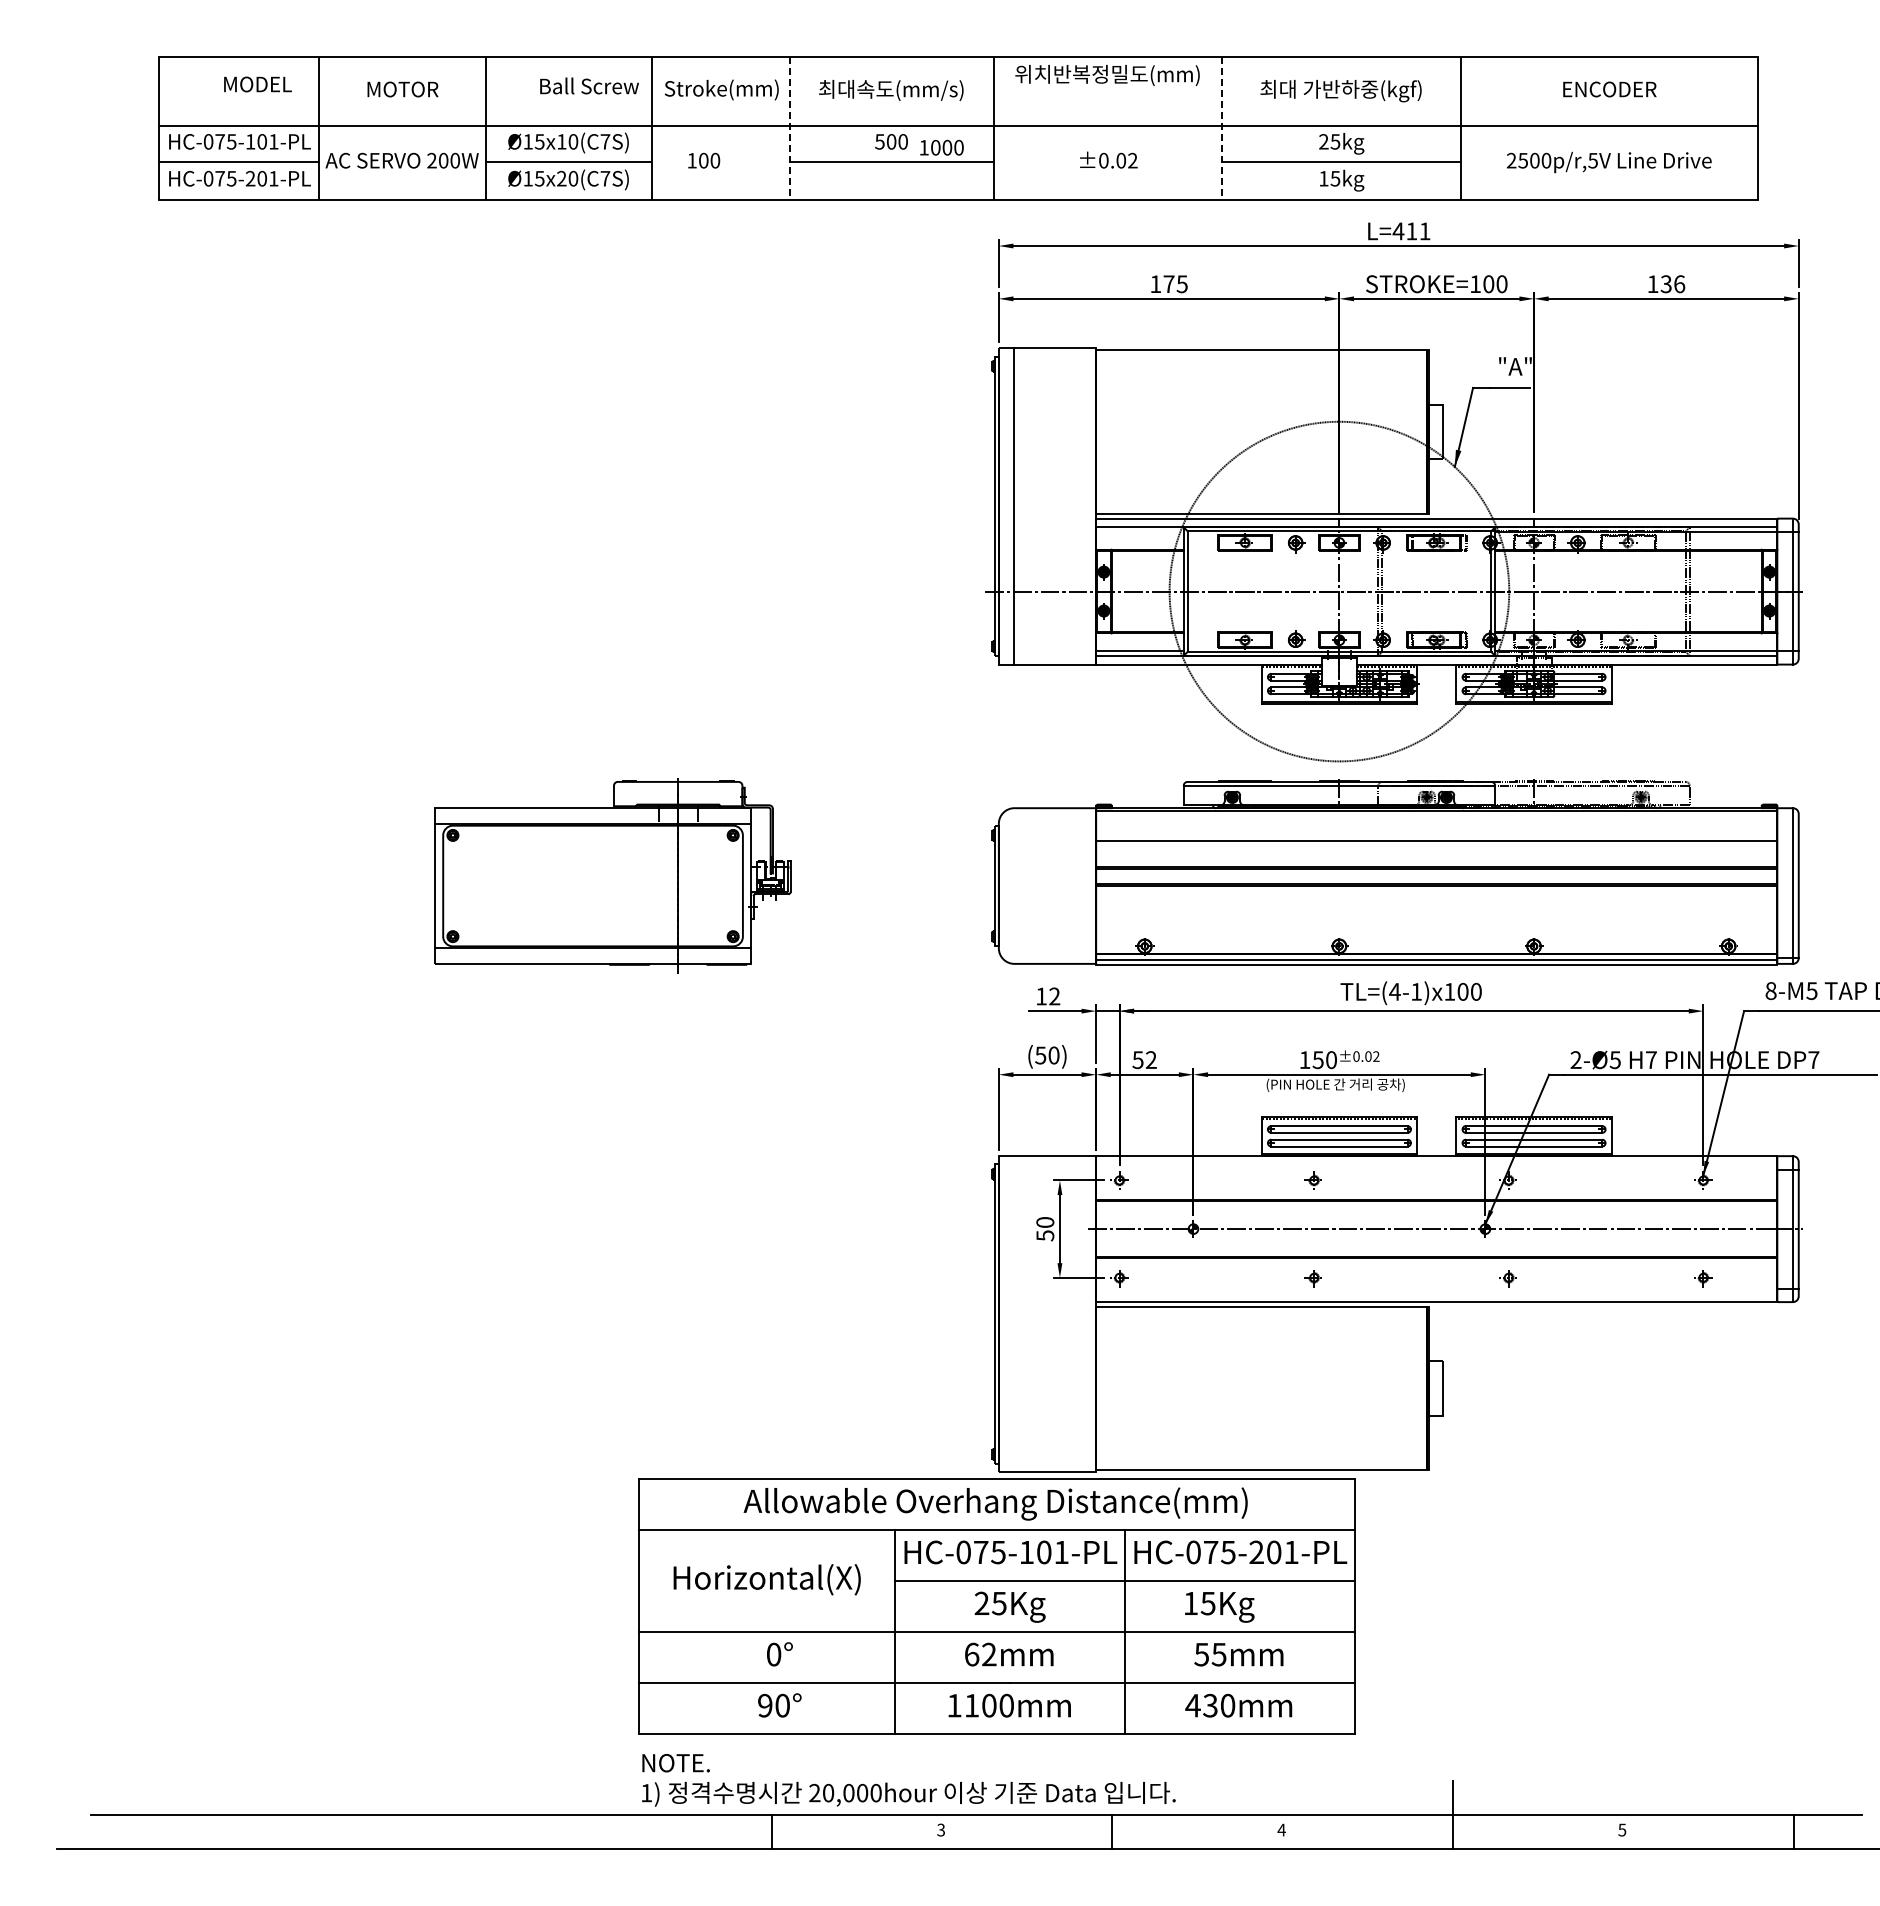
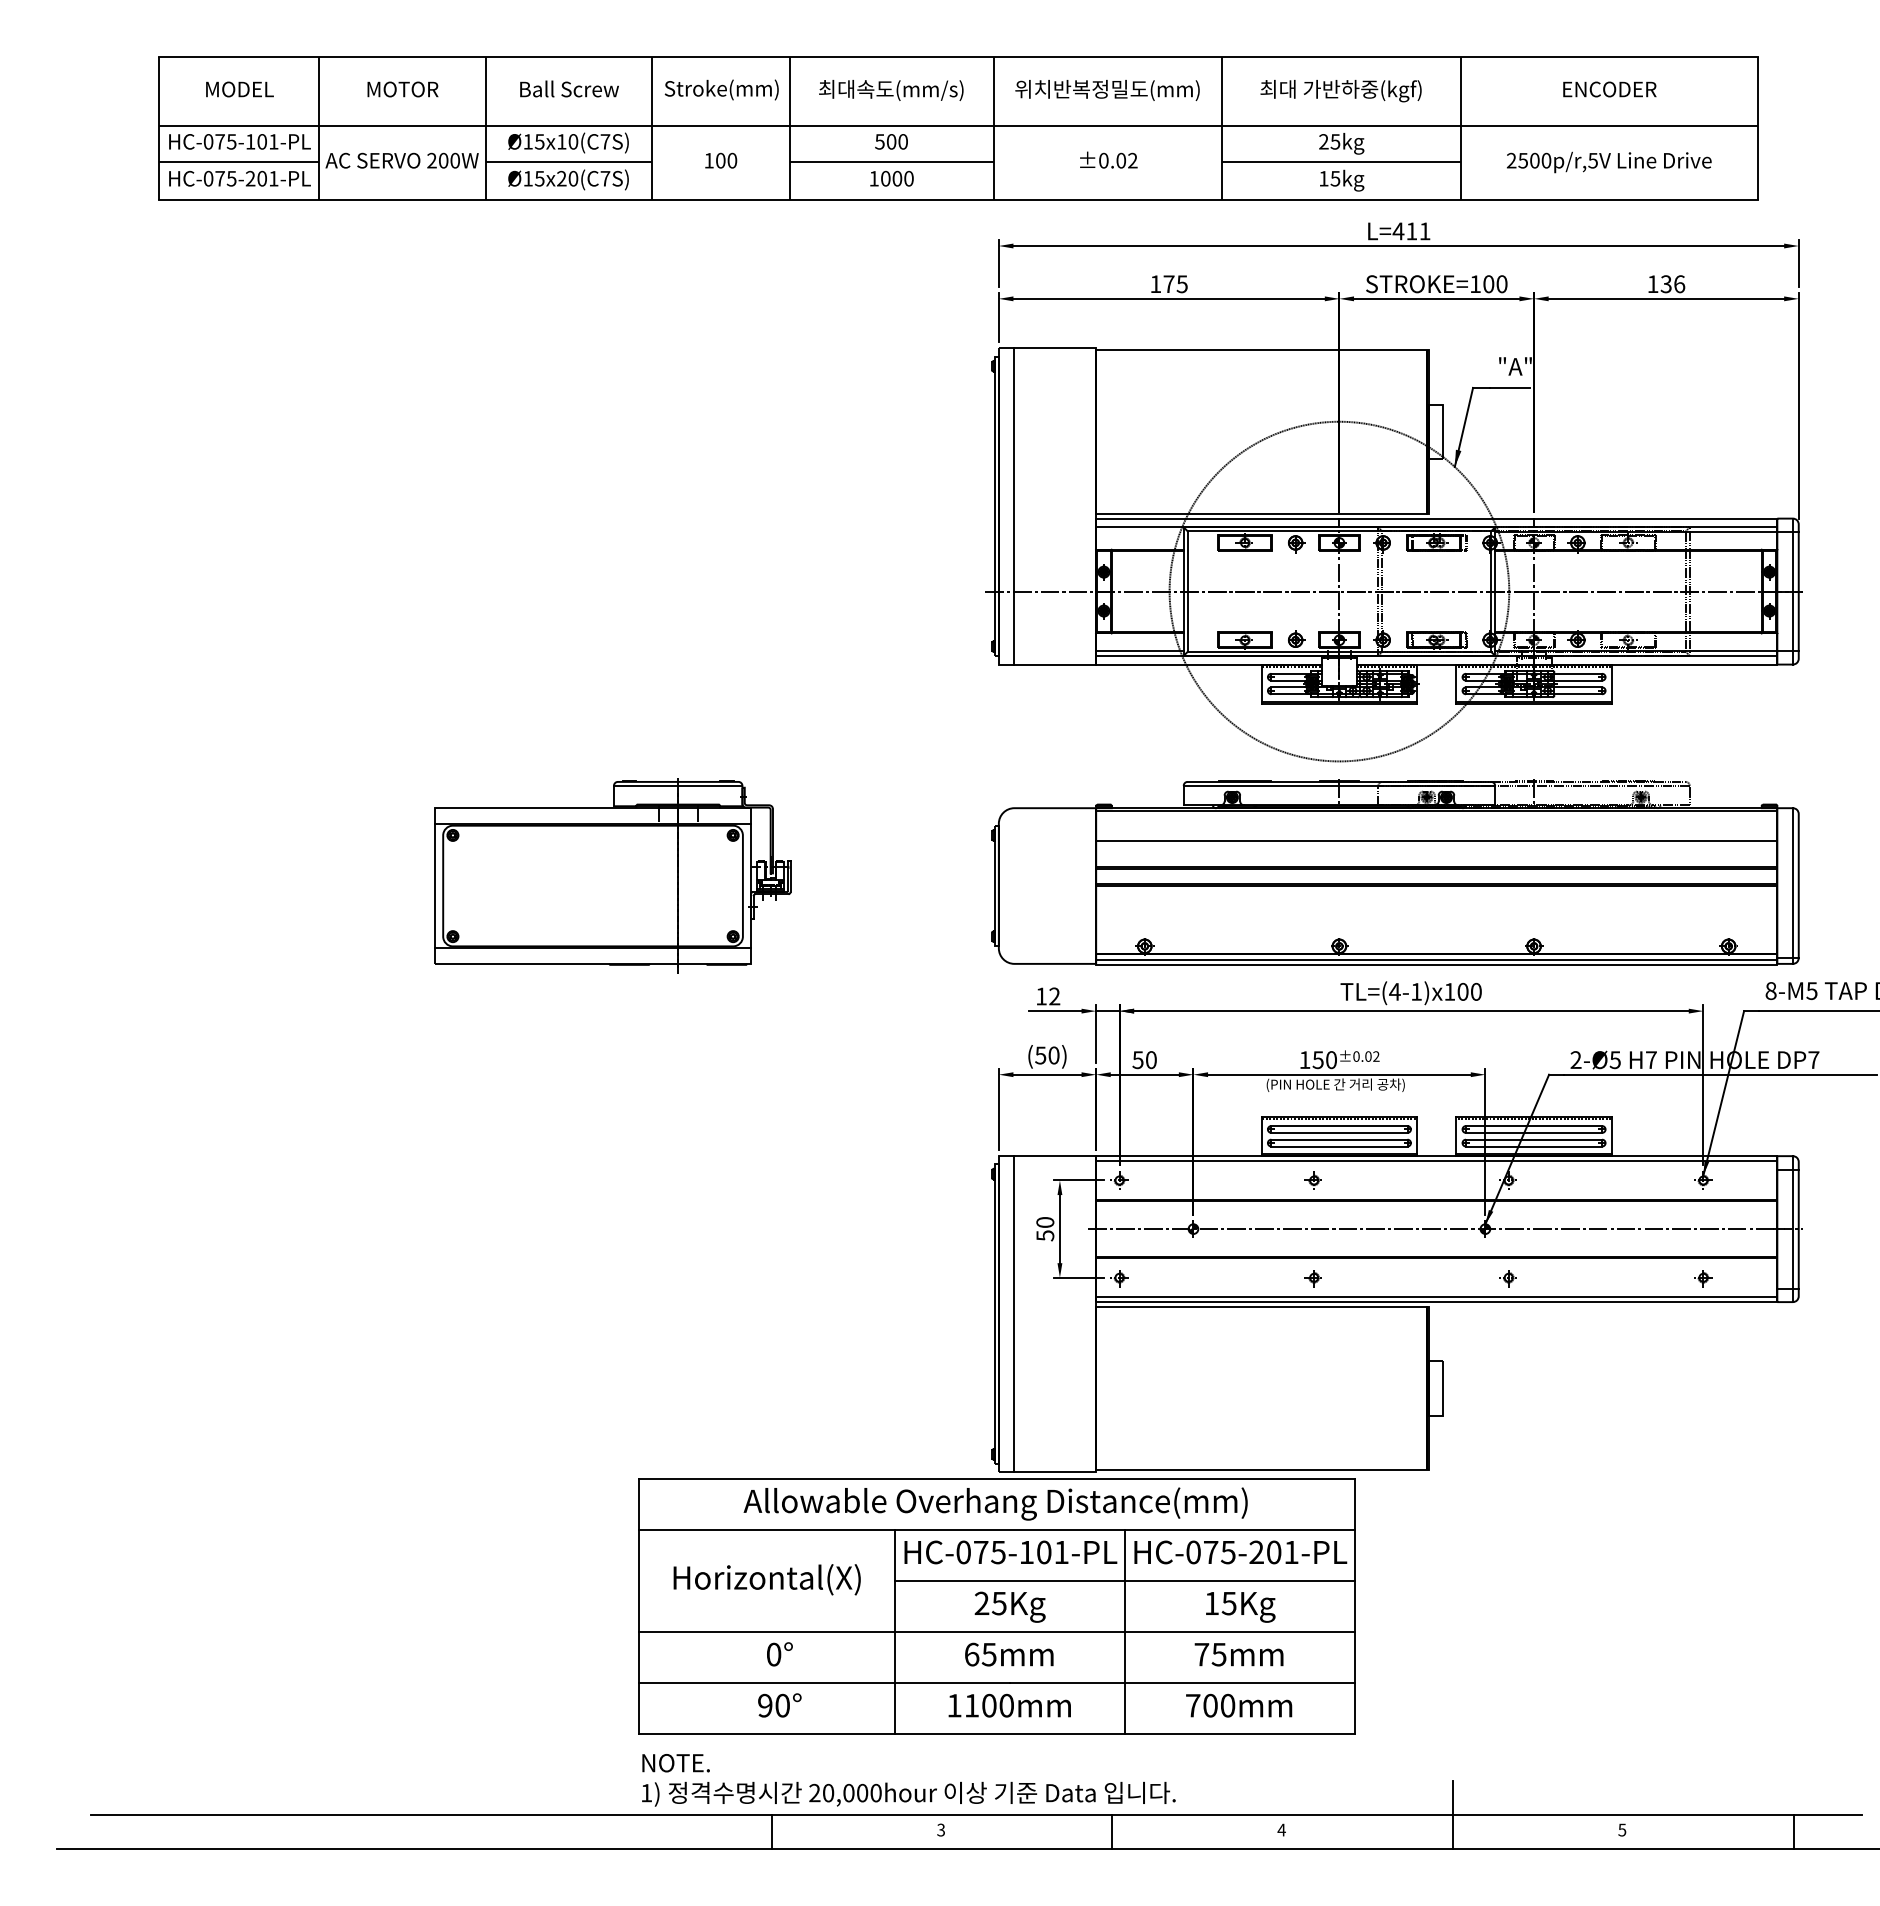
text at (1107, 75) position: (1107, 75) -> (1107, 90)
text at (257, 84) position: (257, 84) -> (239, 89)
text at (589, 85) position: (589, 85) -> (569, 88)
line at (789, 128): dashed -> solid
line at (1222, 128): dashed -> solid
text at (941, 147) position: (941, 147) -> (891, 178)
text at (704, 160) position: (704, 160) -> (721, 160)
line at (677, 785): none -> present
text at (1150, 1060): 52 -> 50
line at (1436, 1161): none -> present
line at (1436, 1297): none -> present
line at (1014, 1314): none -> present
text at (1219, 1607) position: (1219, 1607) -> (1240, 1607)
text at (988, 1654): 62mm -> 65mm
text at (1201, 1654): 55mm -> 75mm
text at (1201, 1705): 430mm -> 700mm
